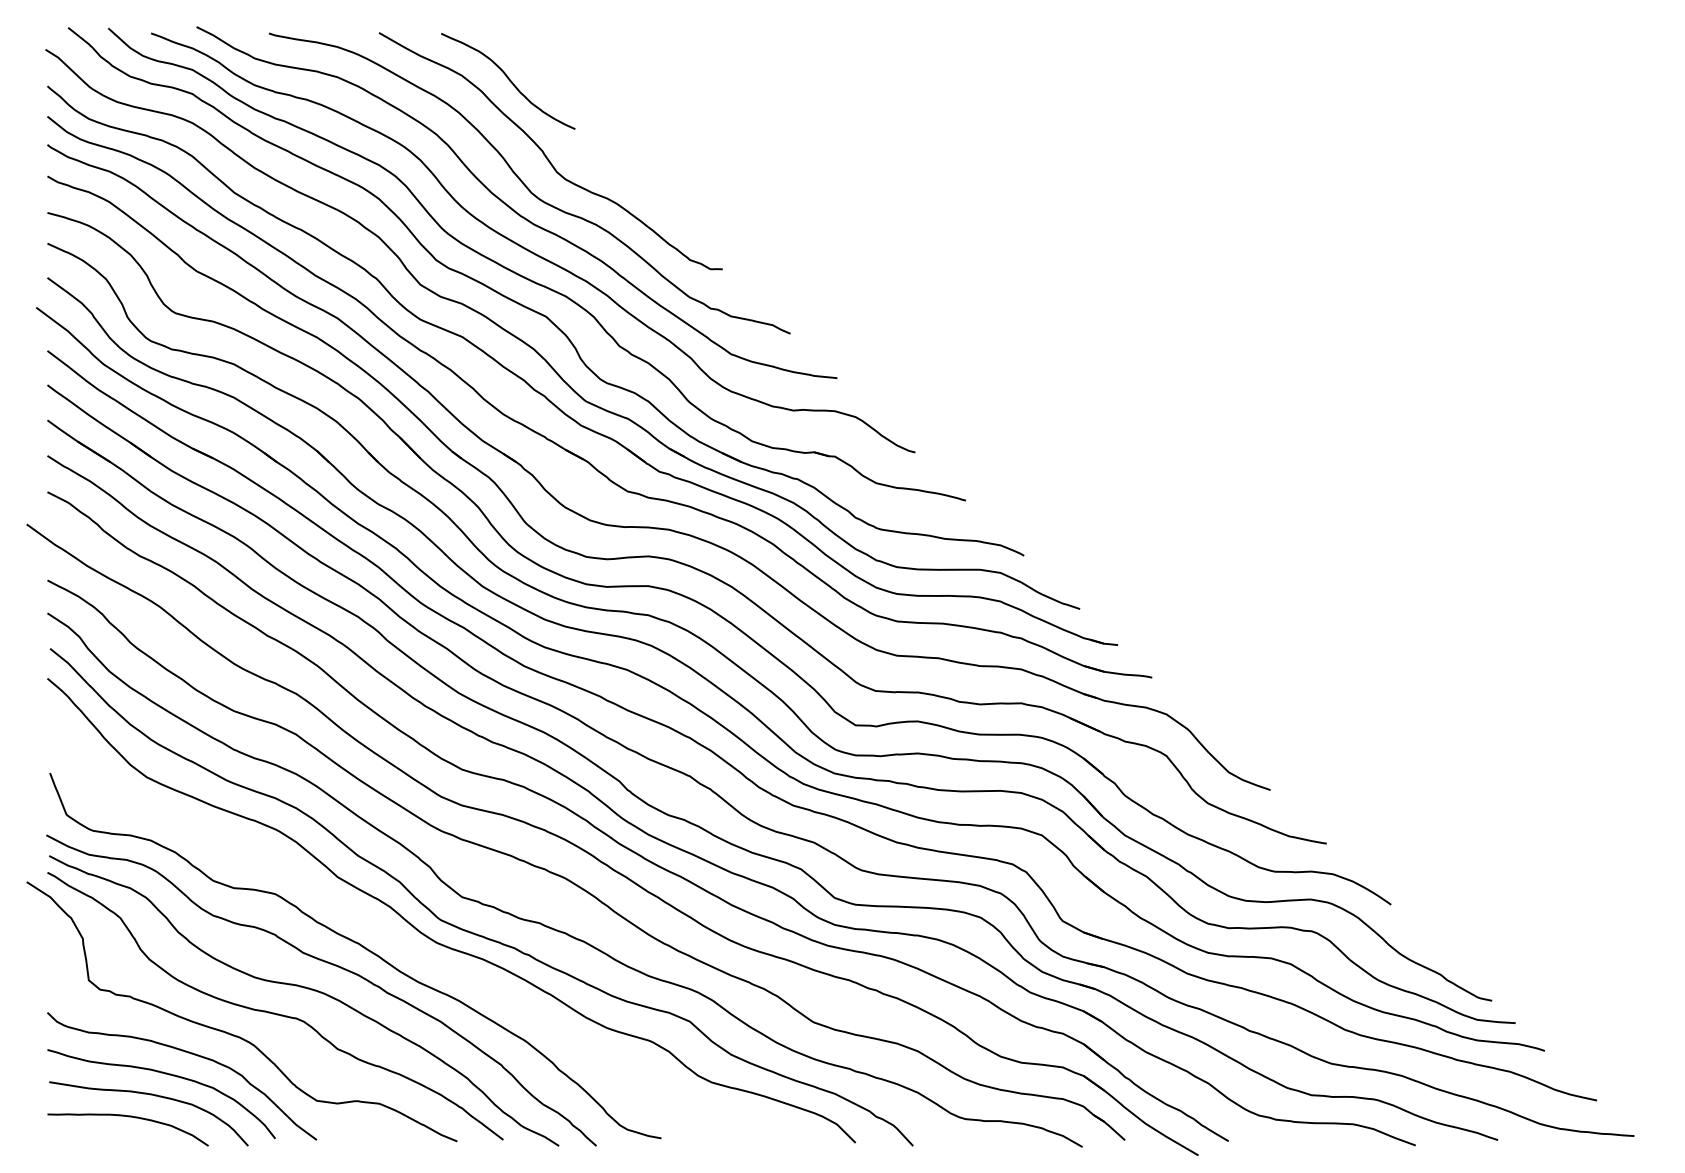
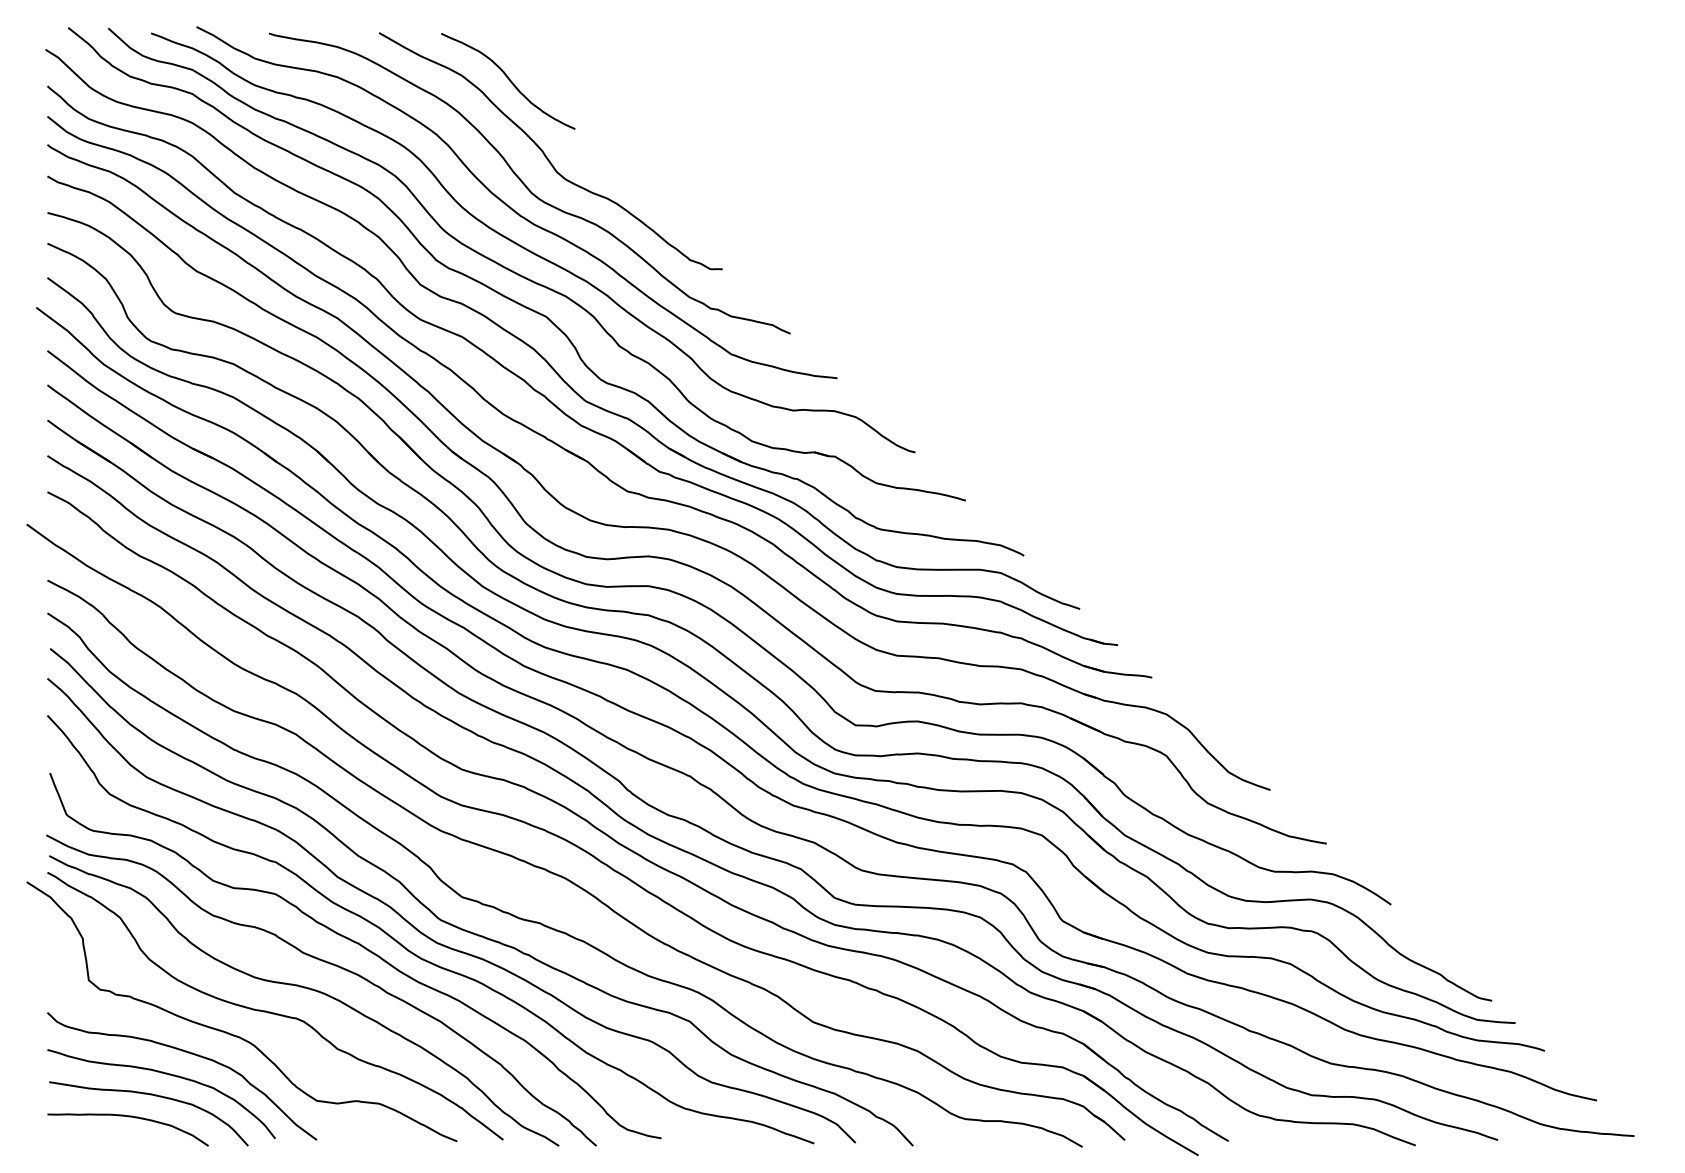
curve at (413, 952): none -> present
